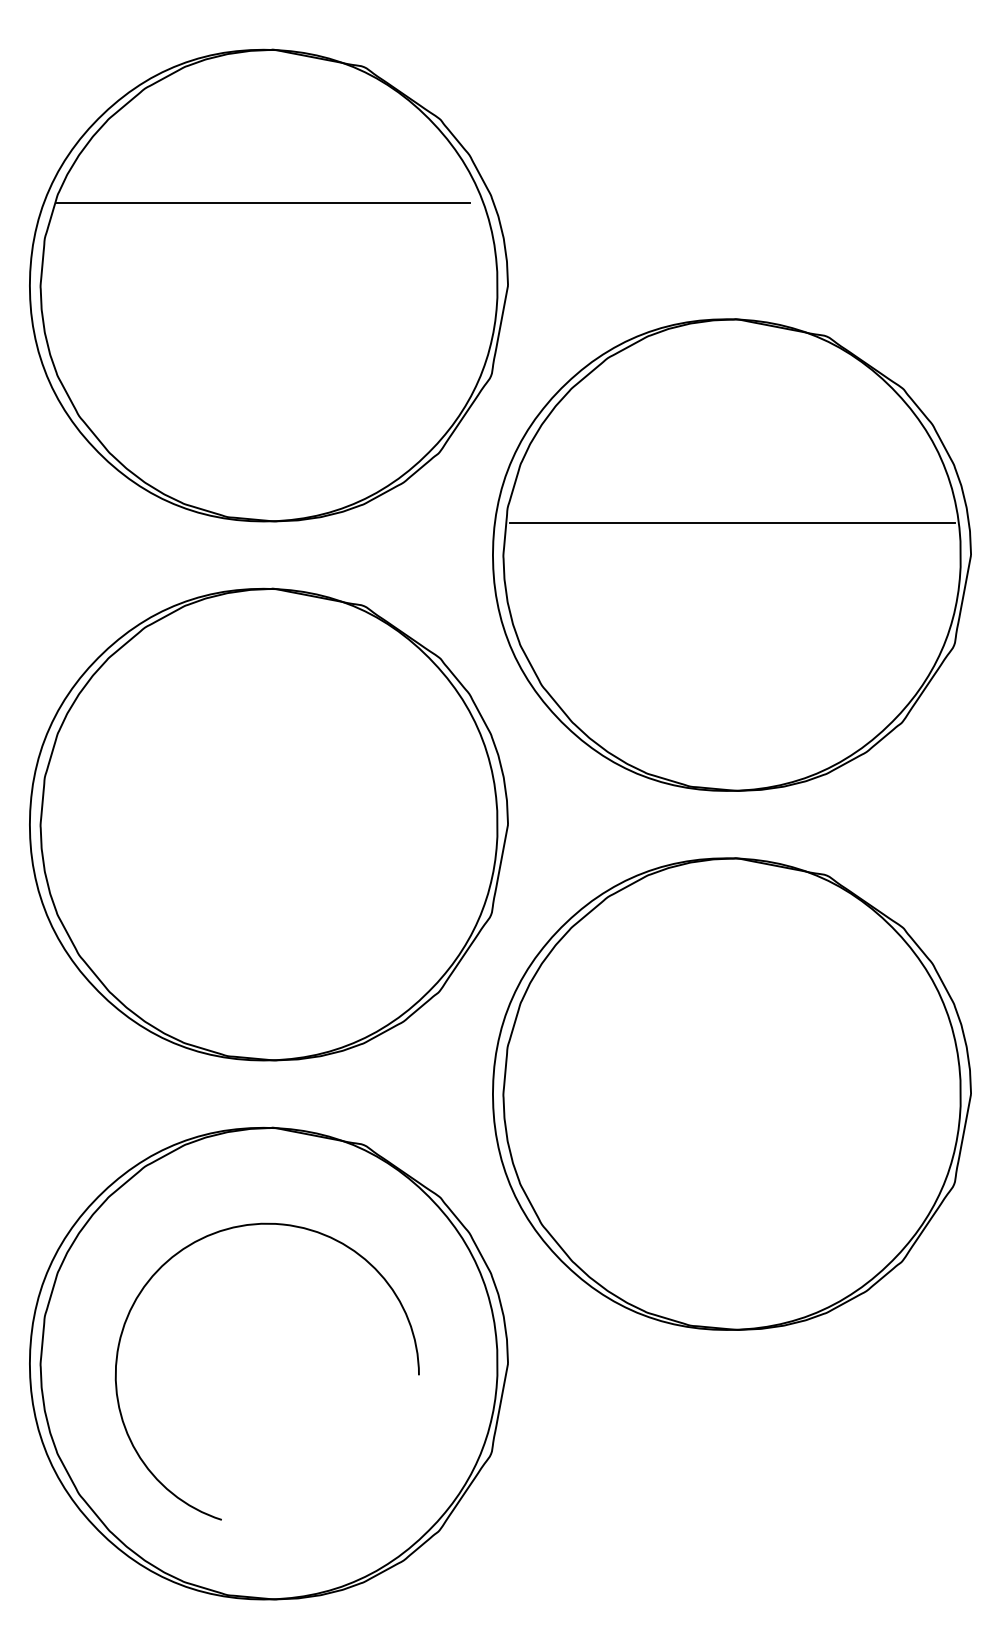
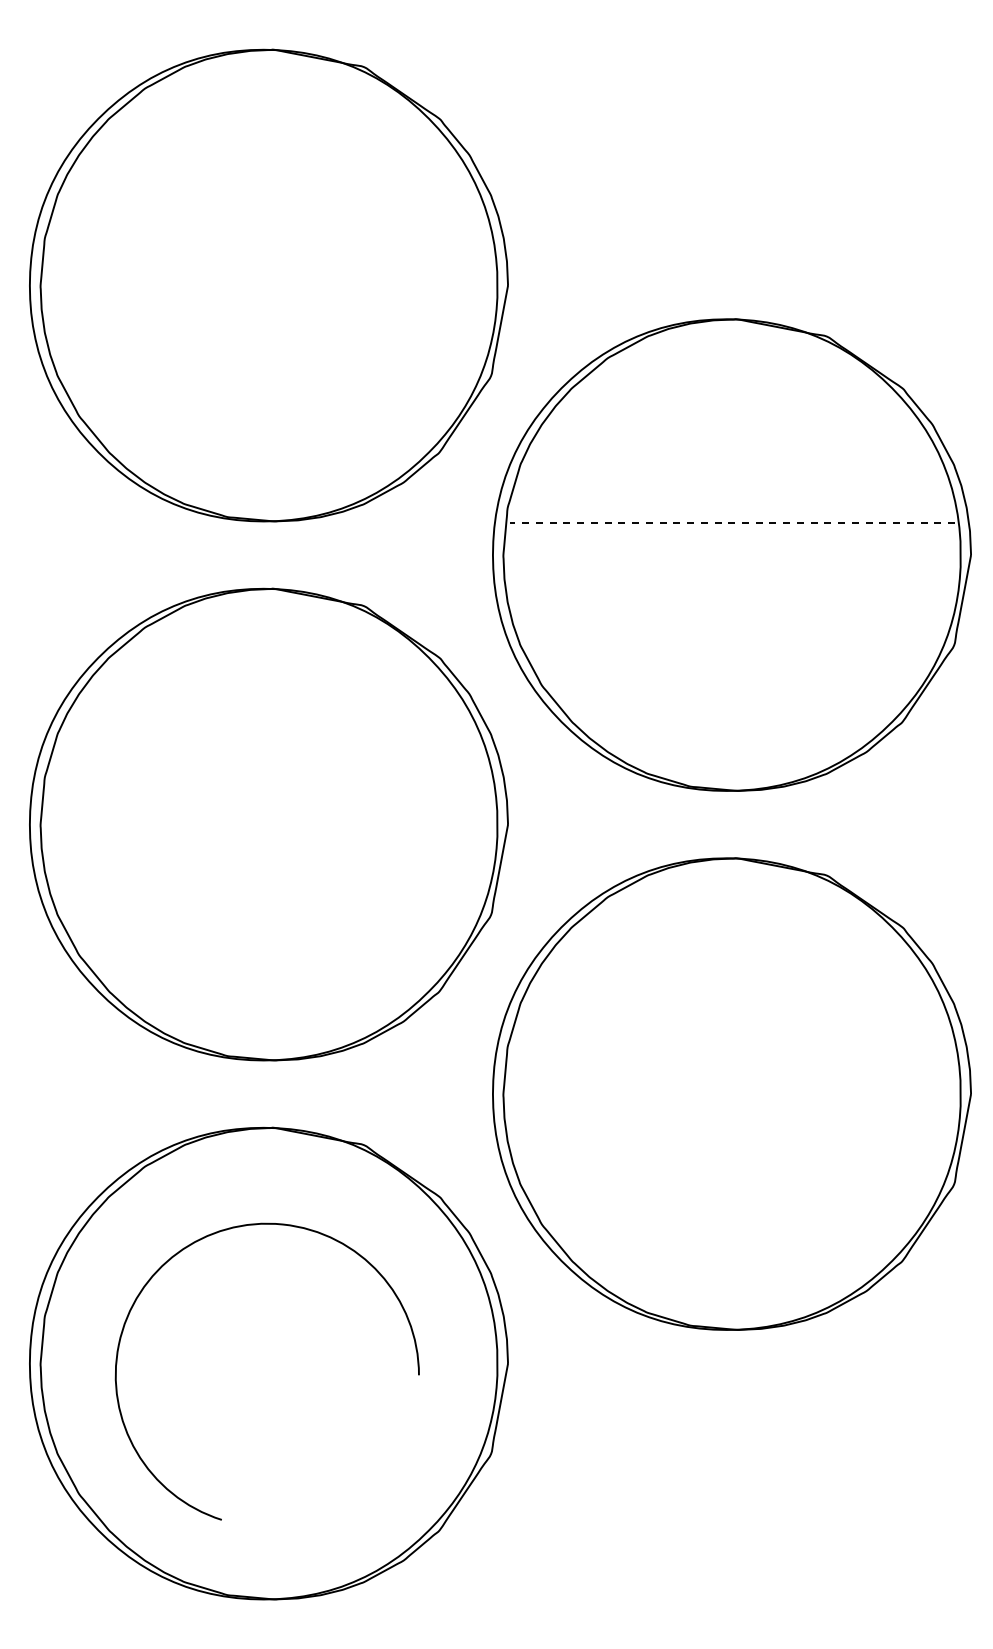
line at (263, 202): present -> none
line at (732, 522): solid -> dashed
